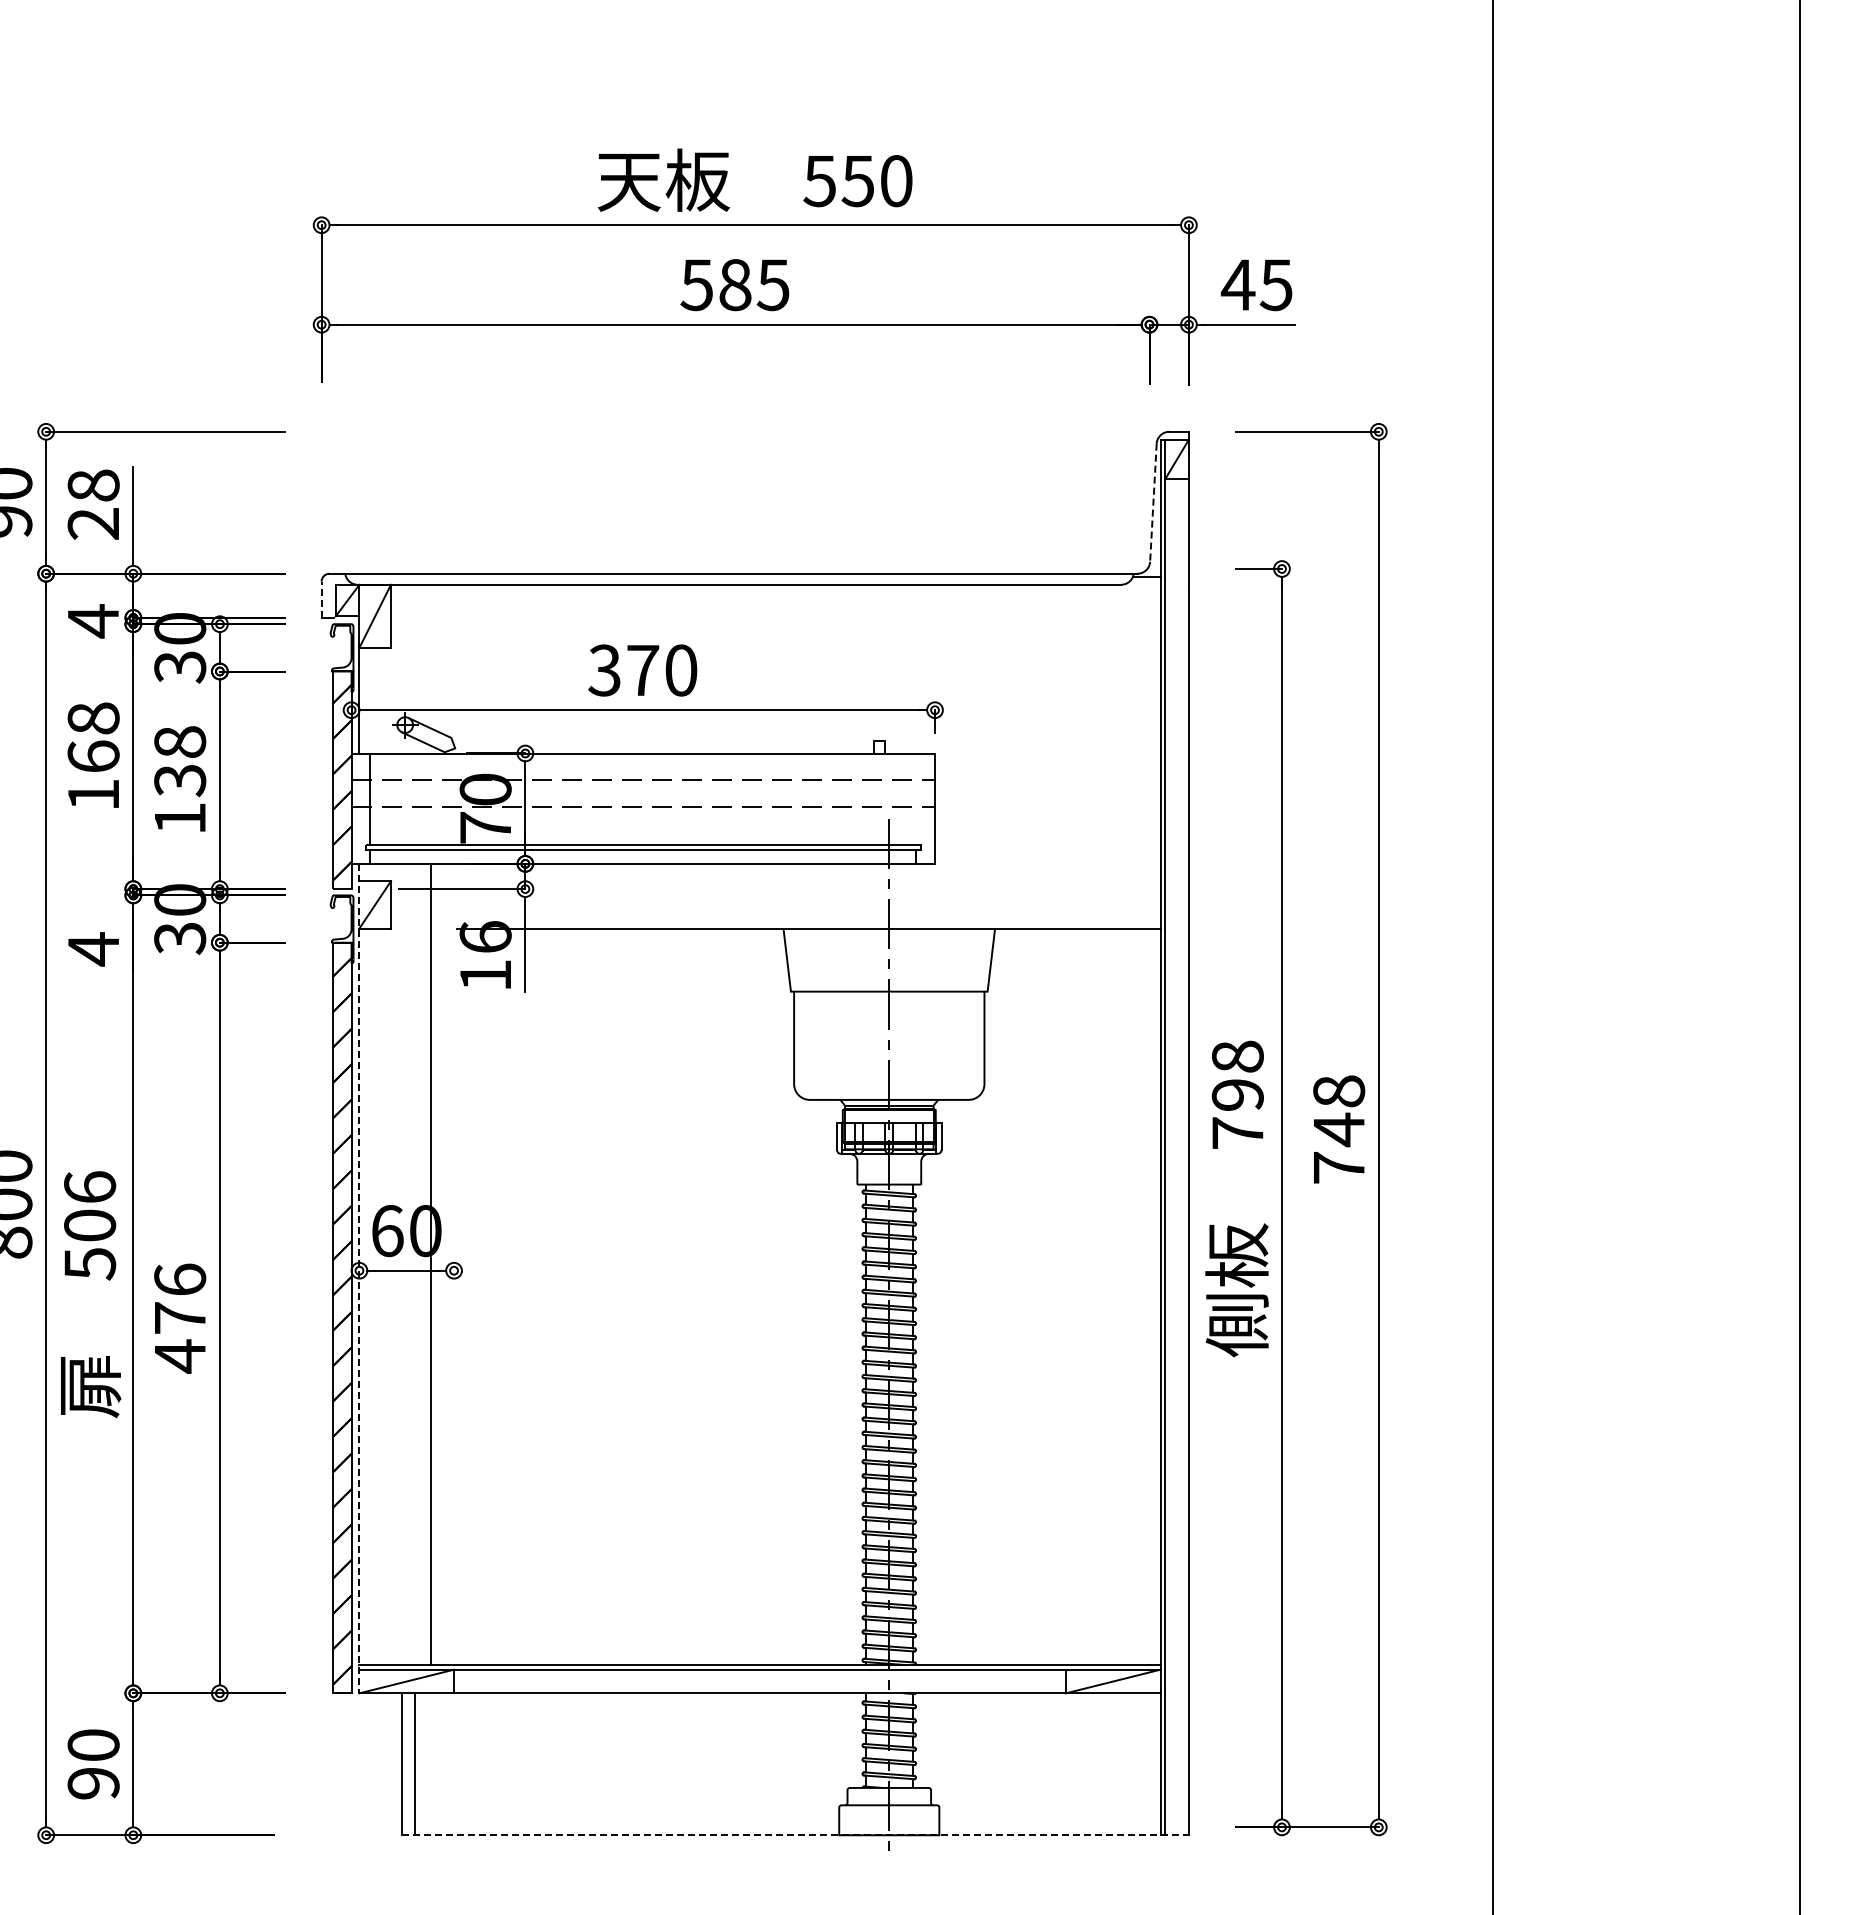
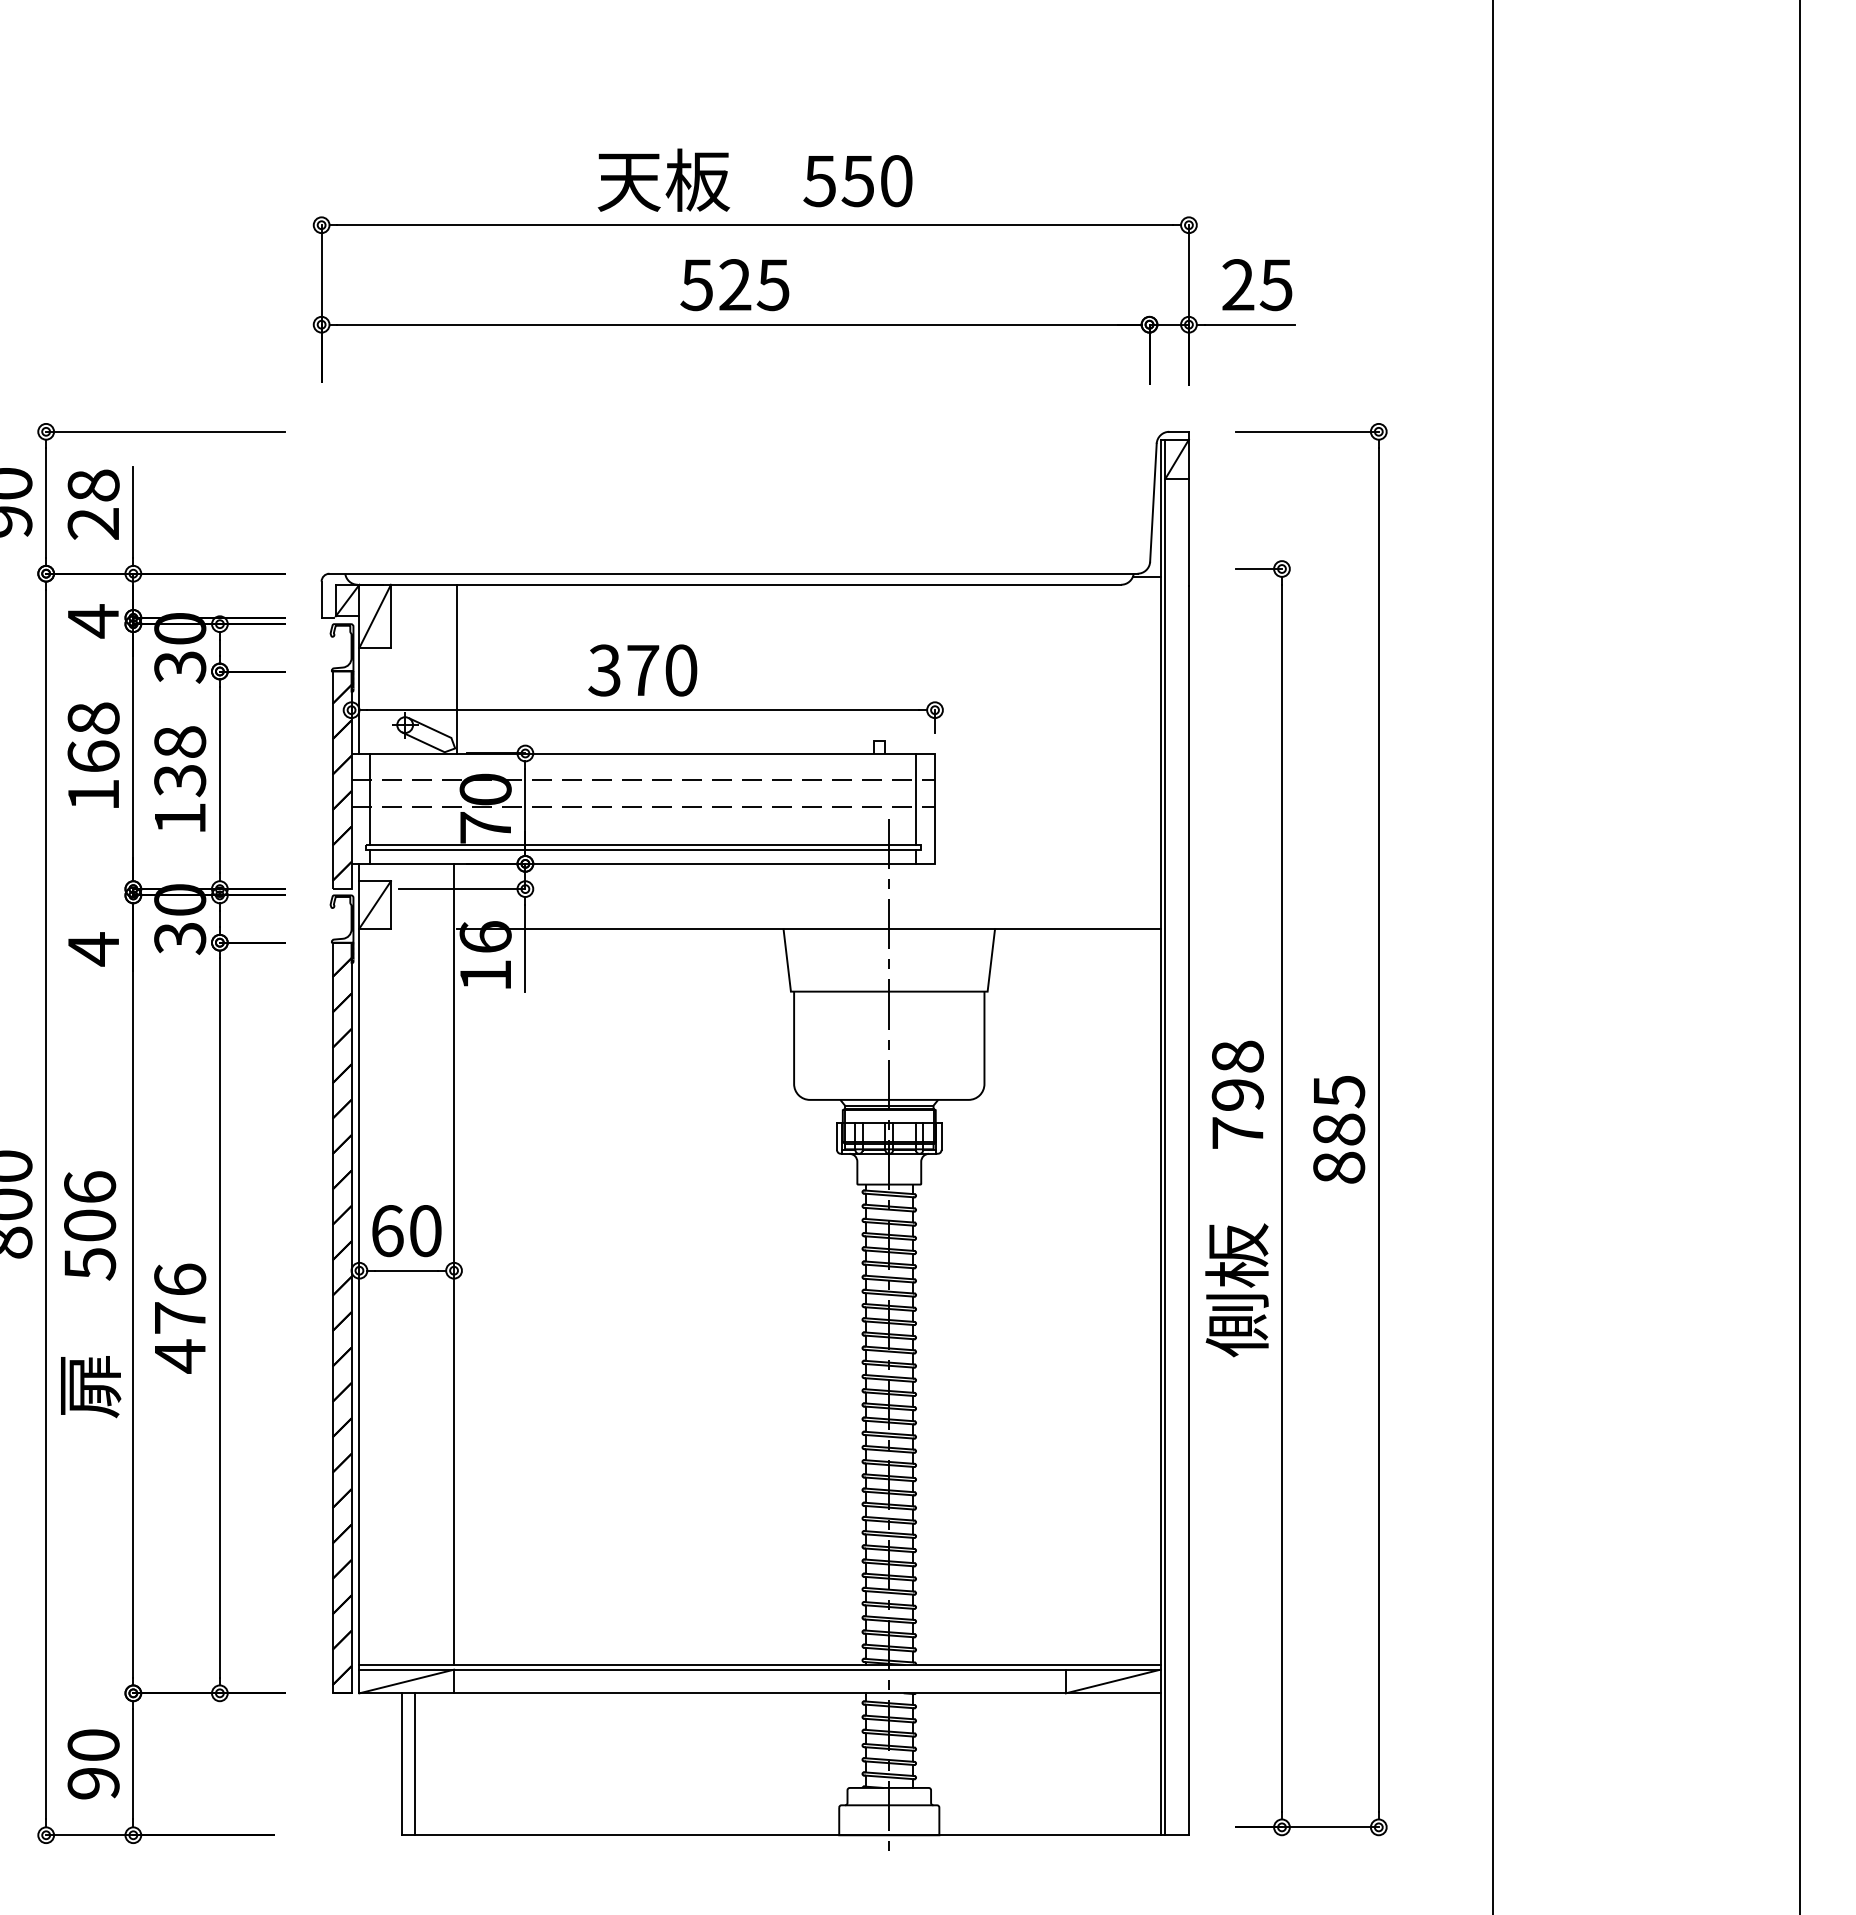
text at (1237, 284): 45 -> 25
text at (735, 285): 585 -> 525
line at (1153, 503): dashed -> solid
line at (321, 599): dashed -> solid
line at (457, 668): none -> present
line at (916, 798): none -> present
text at (1339, 1129): 748 -> 885
line at (431, 1263) position: (431, 1263) -> (454, 1263)
line at (359, 1278): dashed -> solid
line at (795, 1835): dashed -> solid
